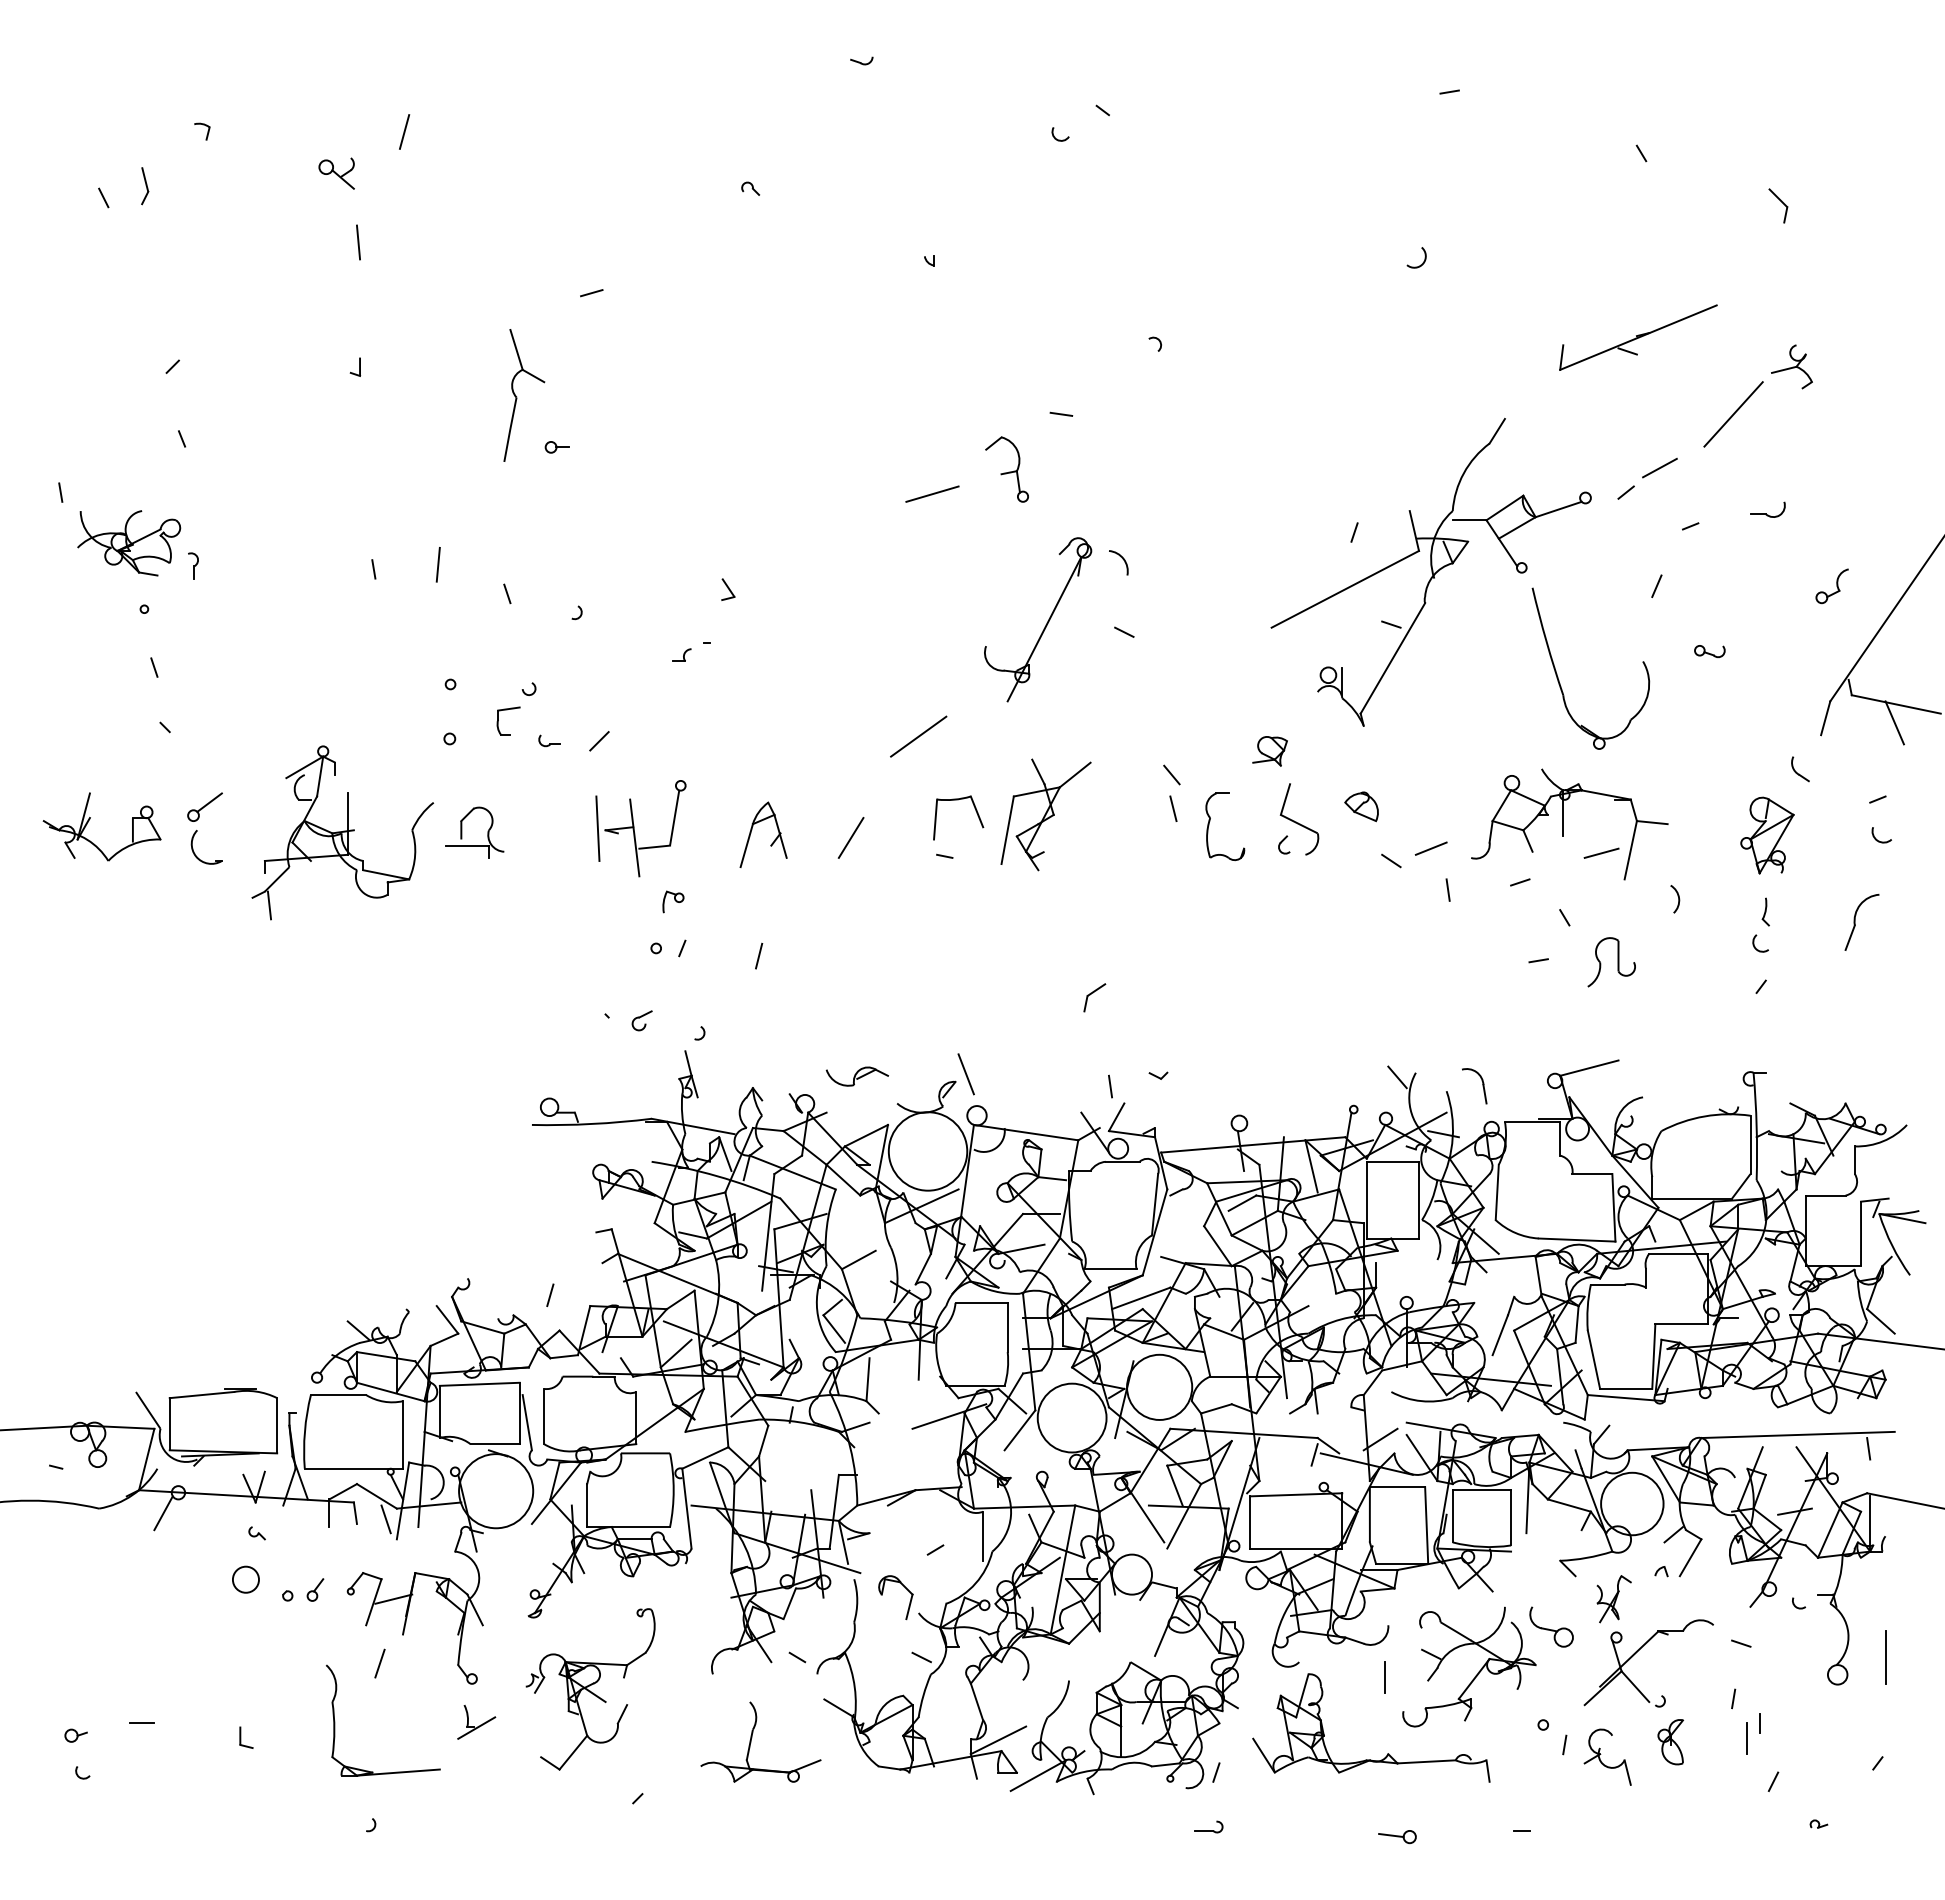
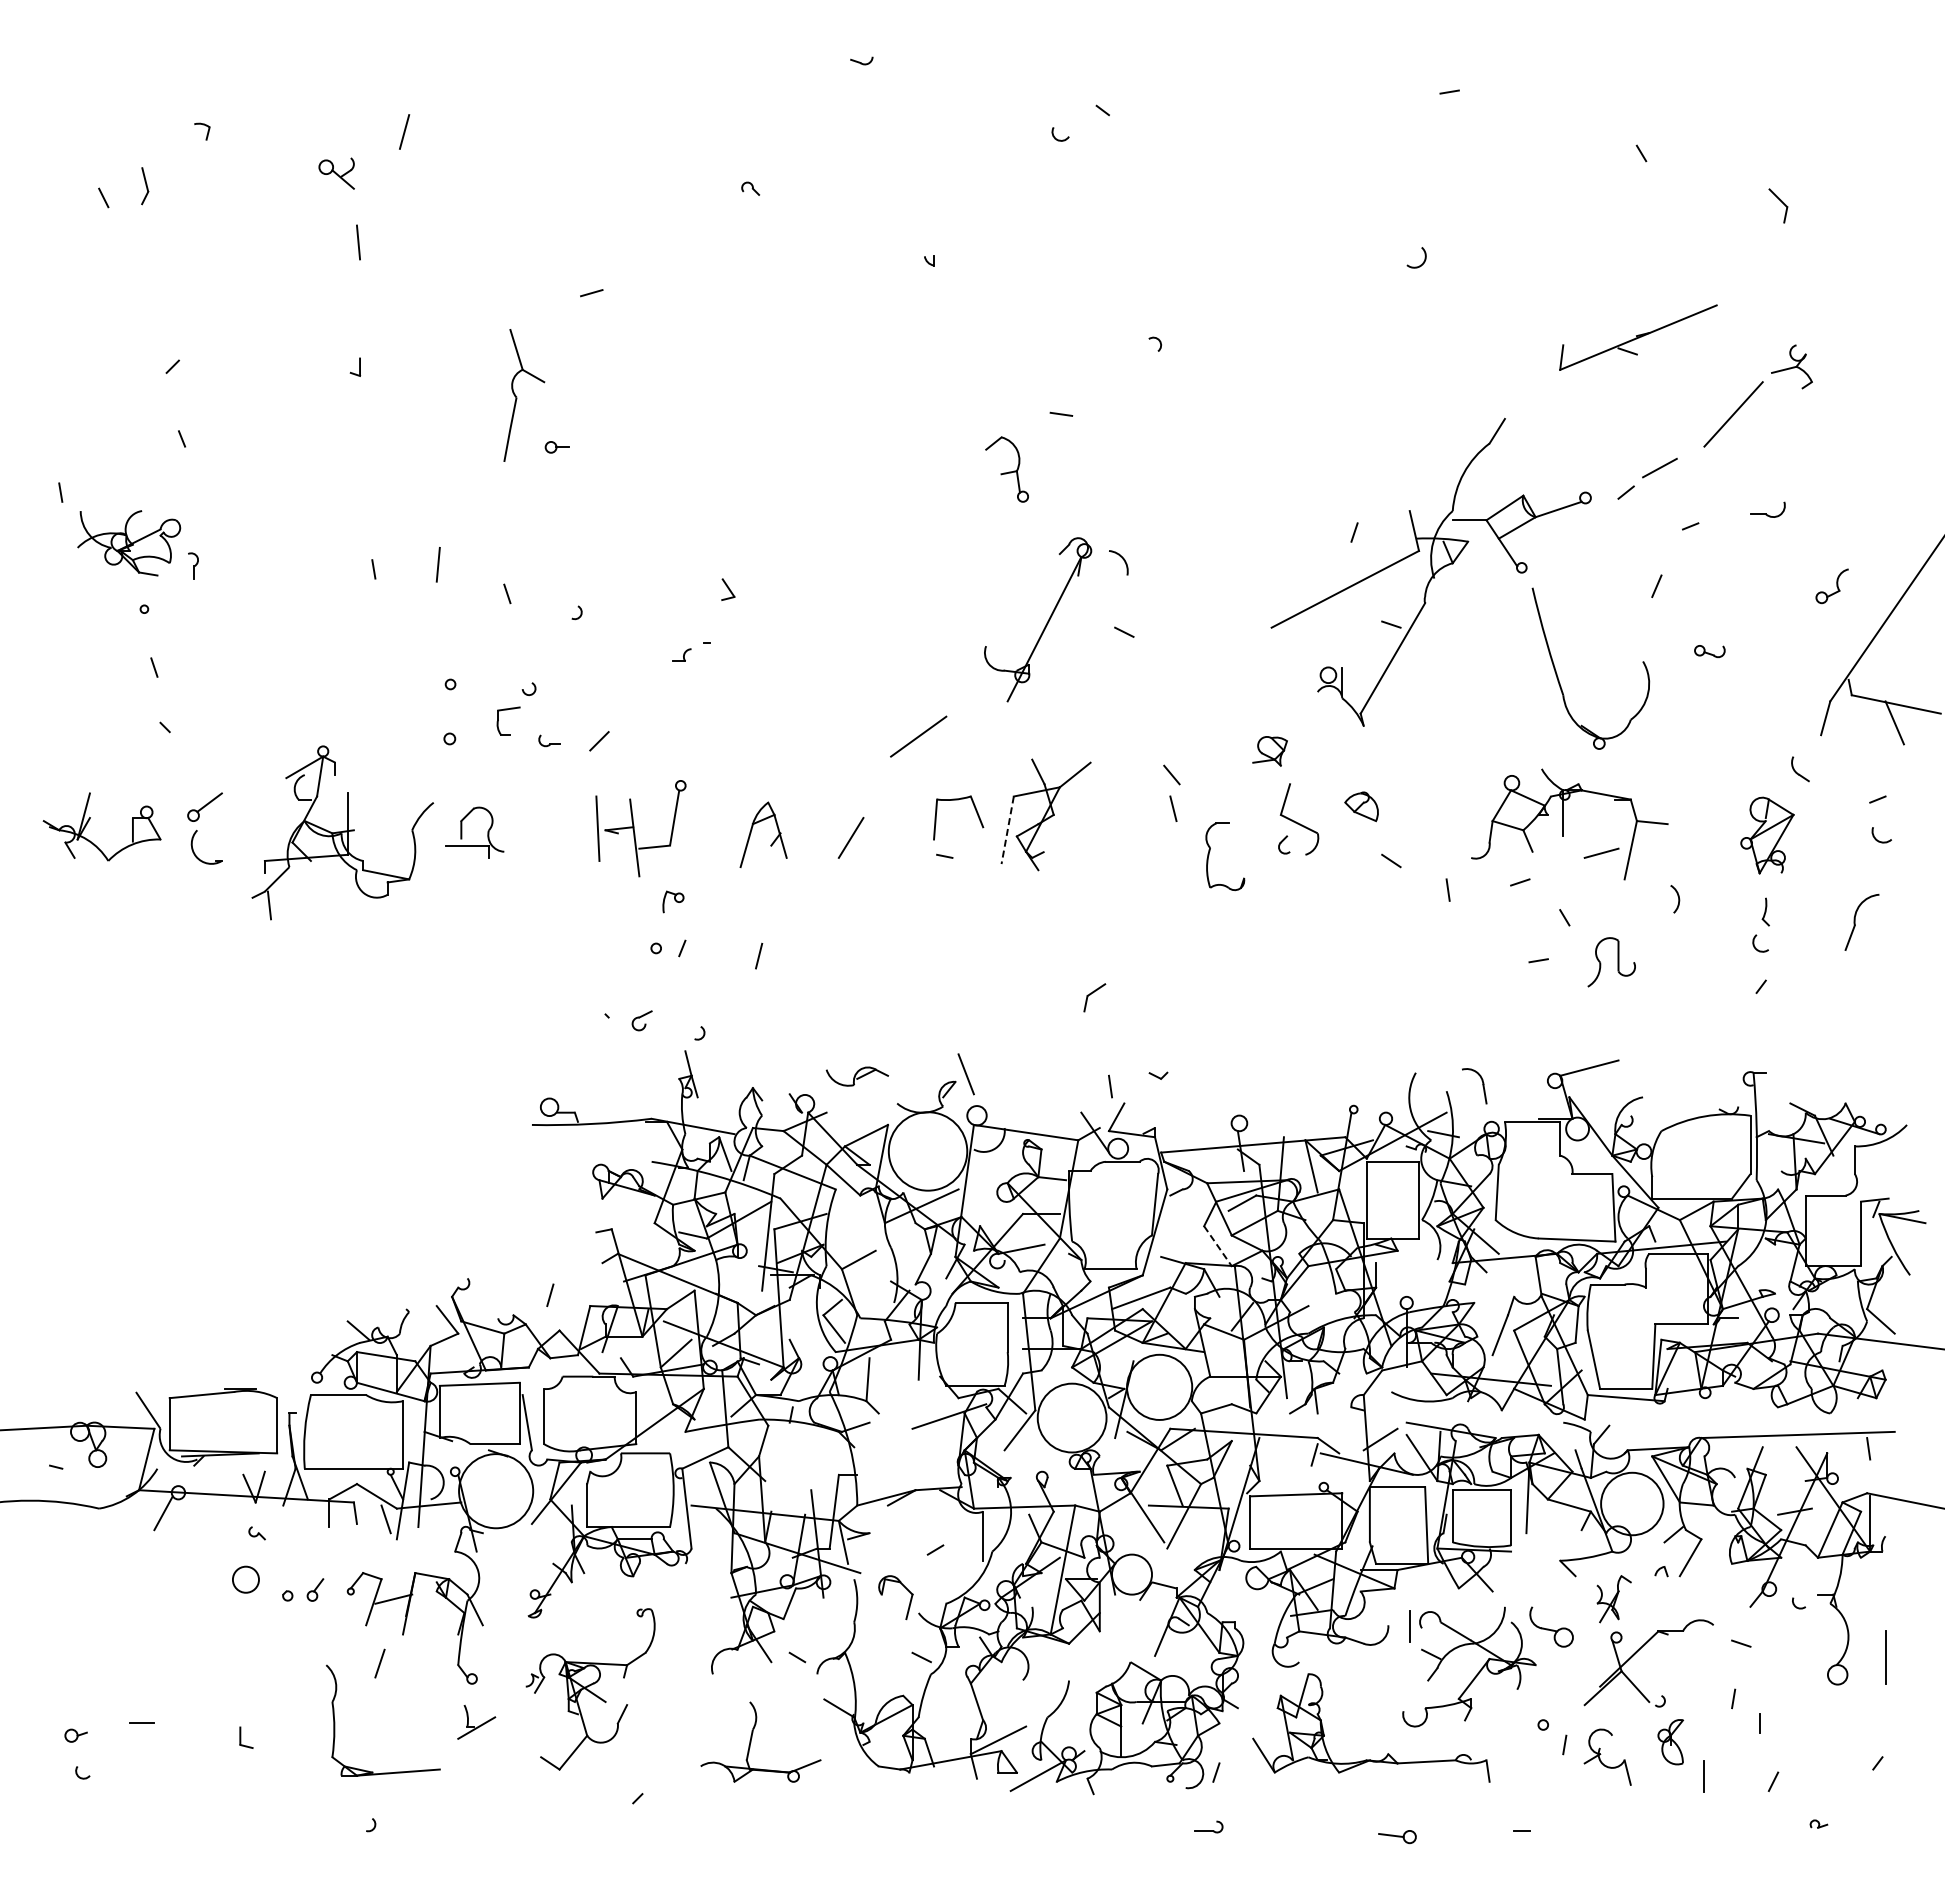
line at (932, 493): present -> none
part at (1210, 821) position: (1210, 821) -> (1210, 851)
line at (1007, 830): solid -> dashed
line at (1430, 848): present -> none
line at (1397, 1077): present -> none
line at (1218, 1246): solid -> dashed
line at (1384, 1677) position: (1384, 1677) -> (1409, 1626)
line at (1746, 1738) position: (1746, 1738) -> (1703, 1776)
